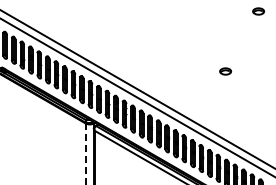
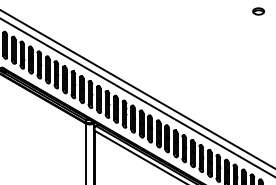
part at (225, 71): present -> none
line at (85, 154): dashed -> solid
